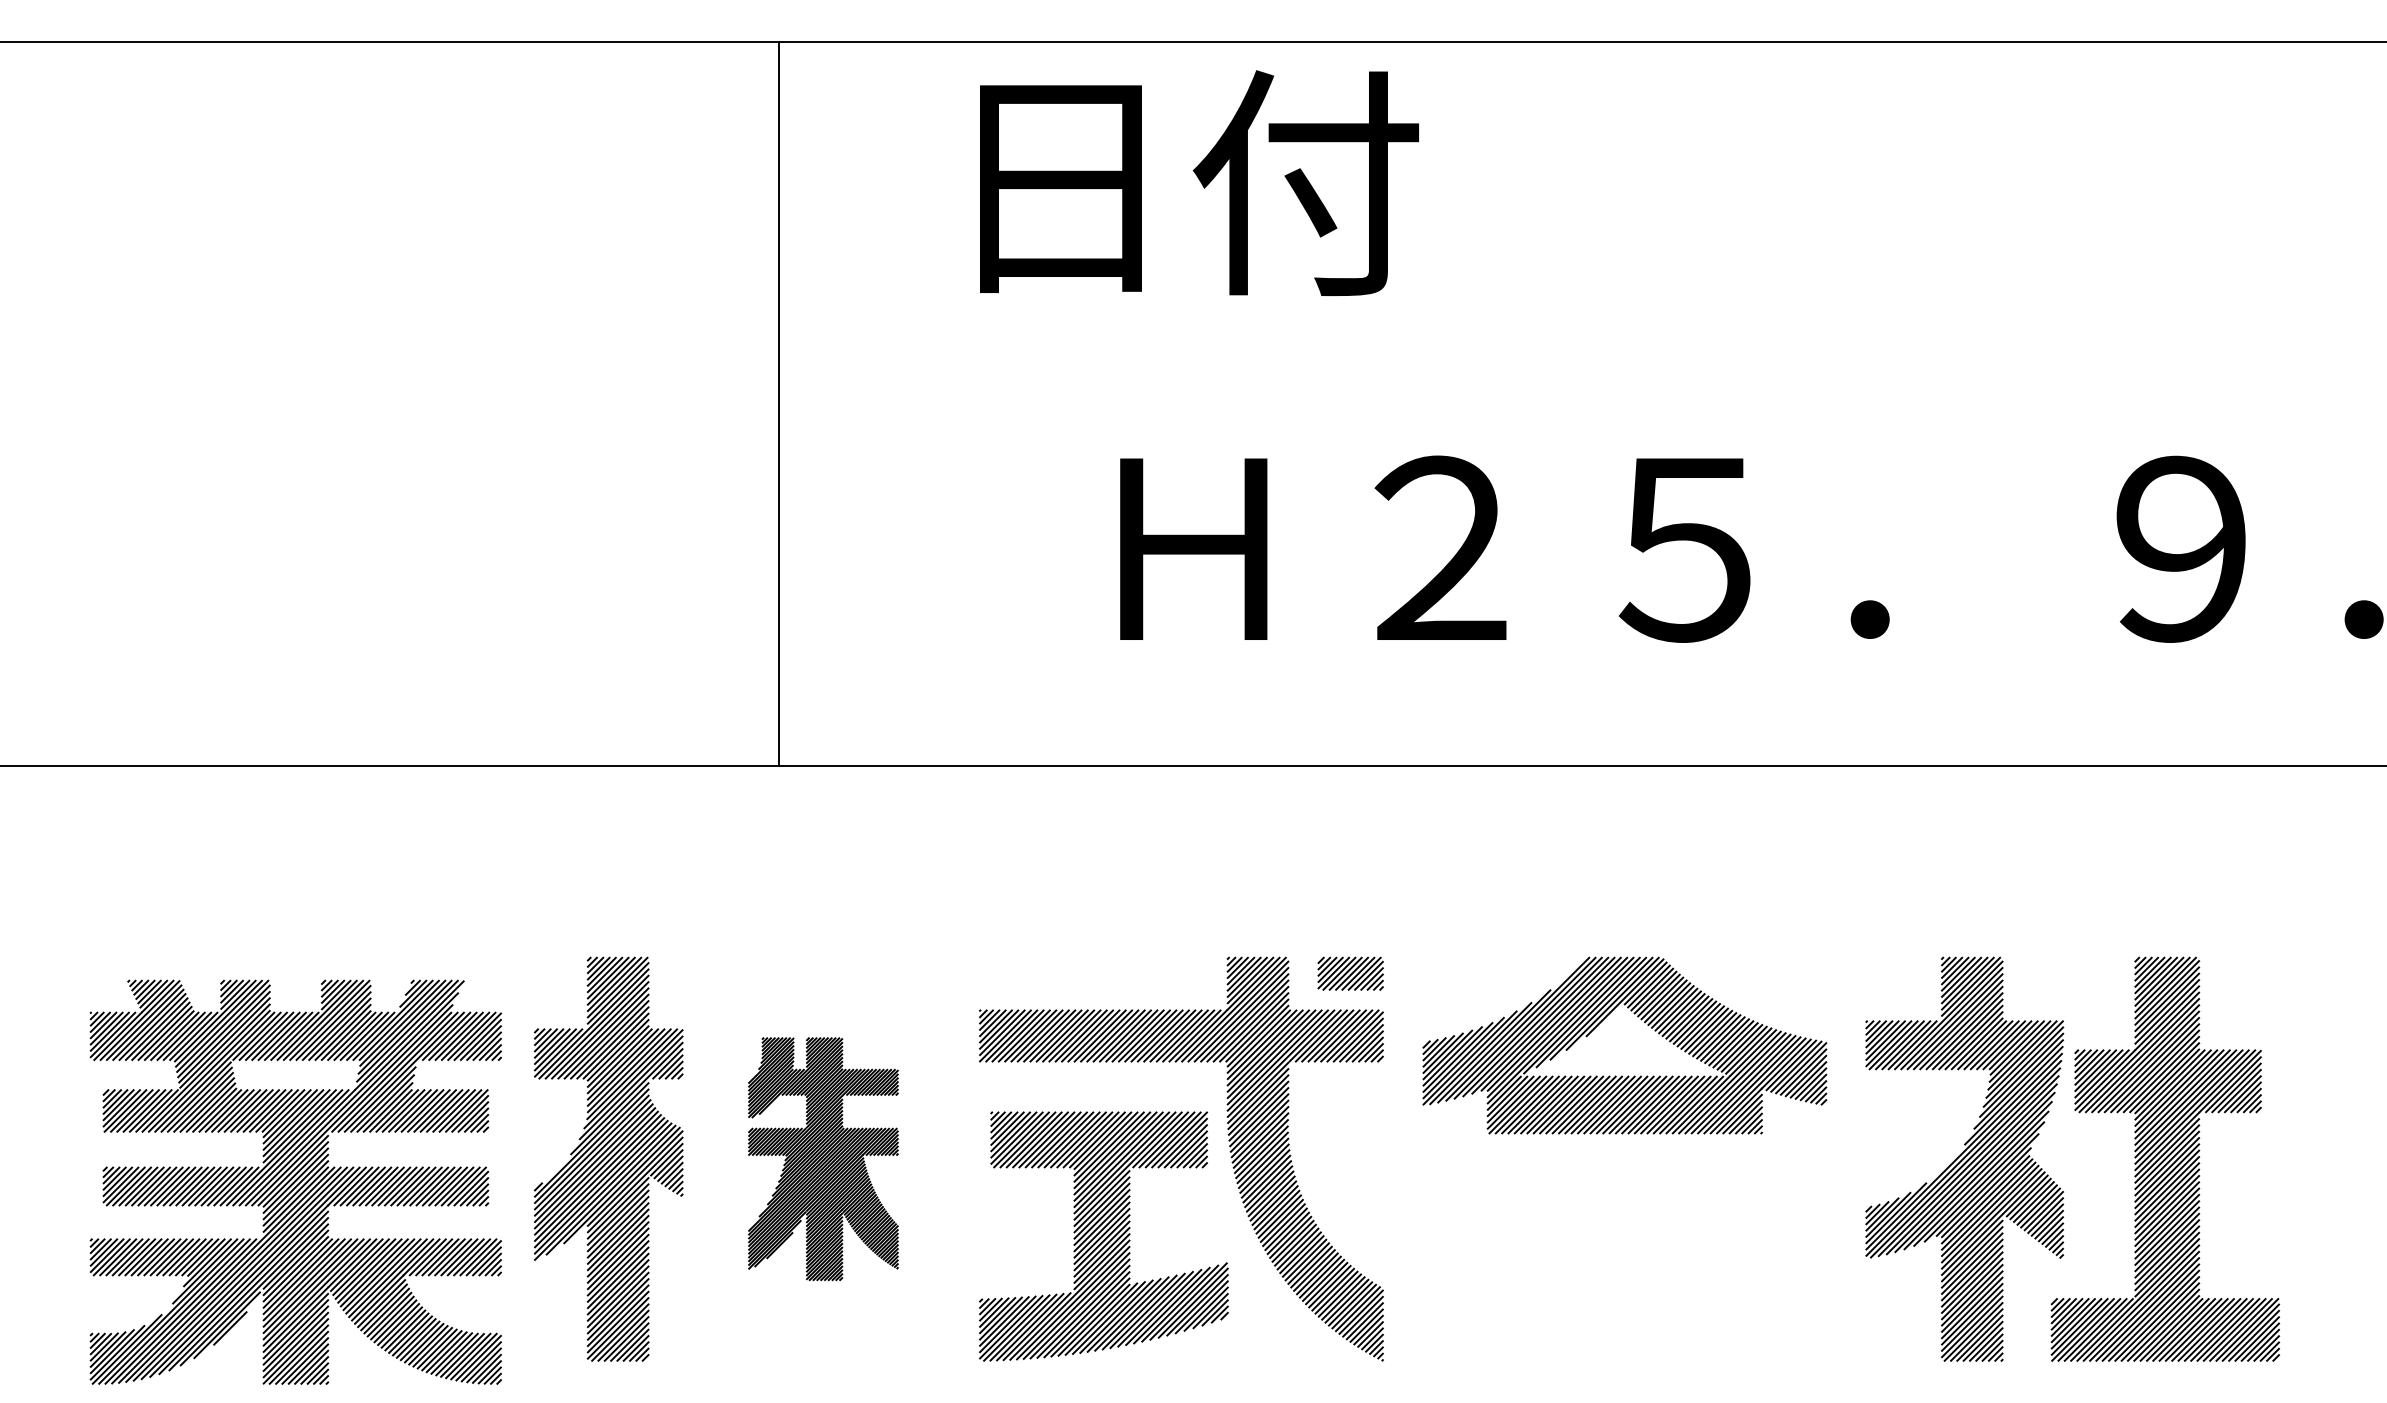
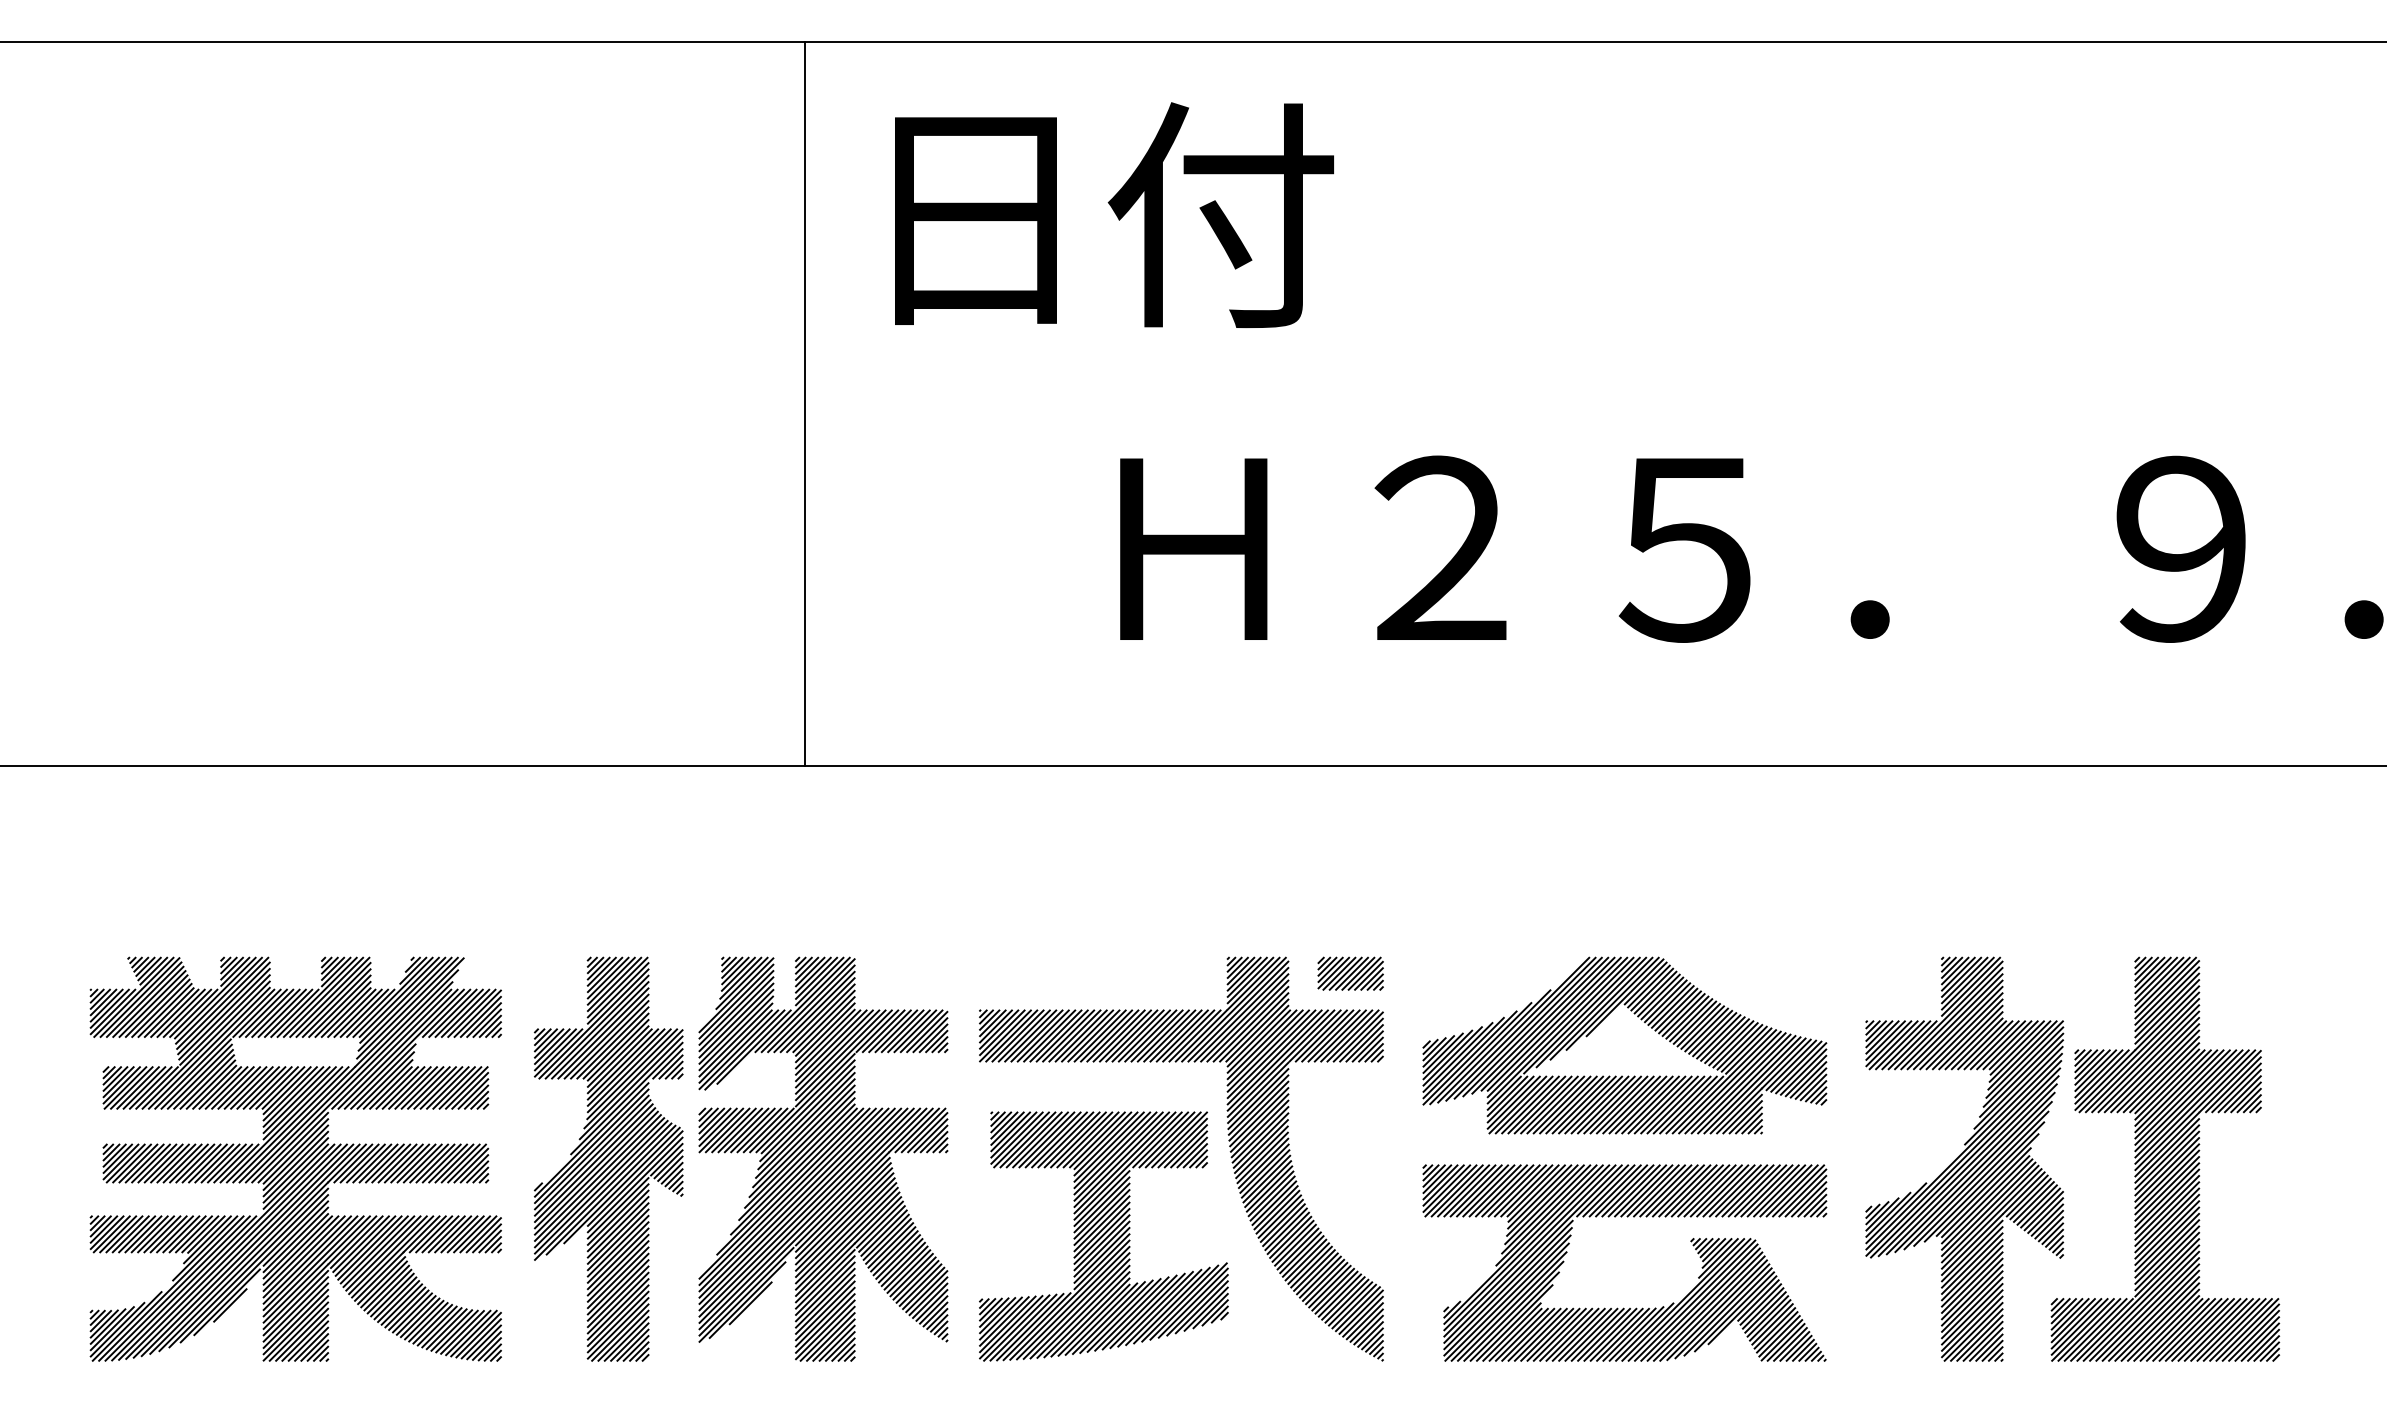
text at (1199, 182) position: (1199, 182) -> (1114, 214)
line at (778, 404) position: (778, 404) -> (804, 404)
part at (823, 1159) size: 151x245 px -> 251x406 px
part at (295, 1181) position: (295, 1181) -> (295, 1158)
part at (1623, 1307): none -> present
